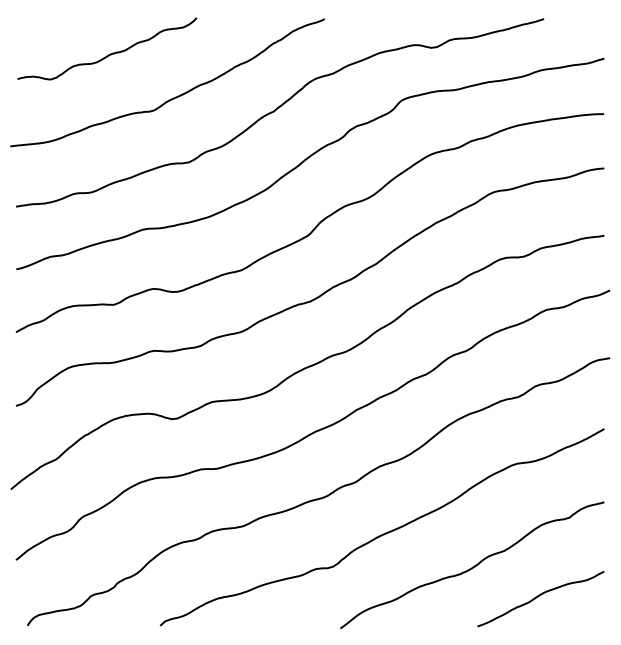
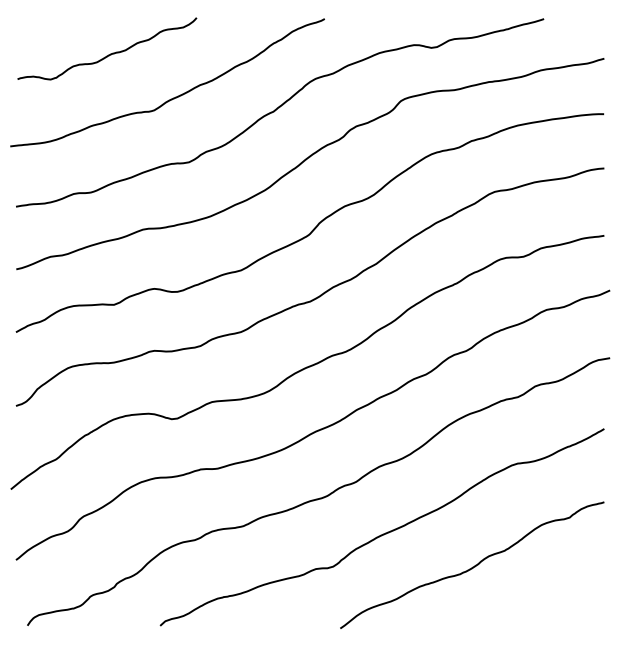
curve at (538, 597): present -> none
